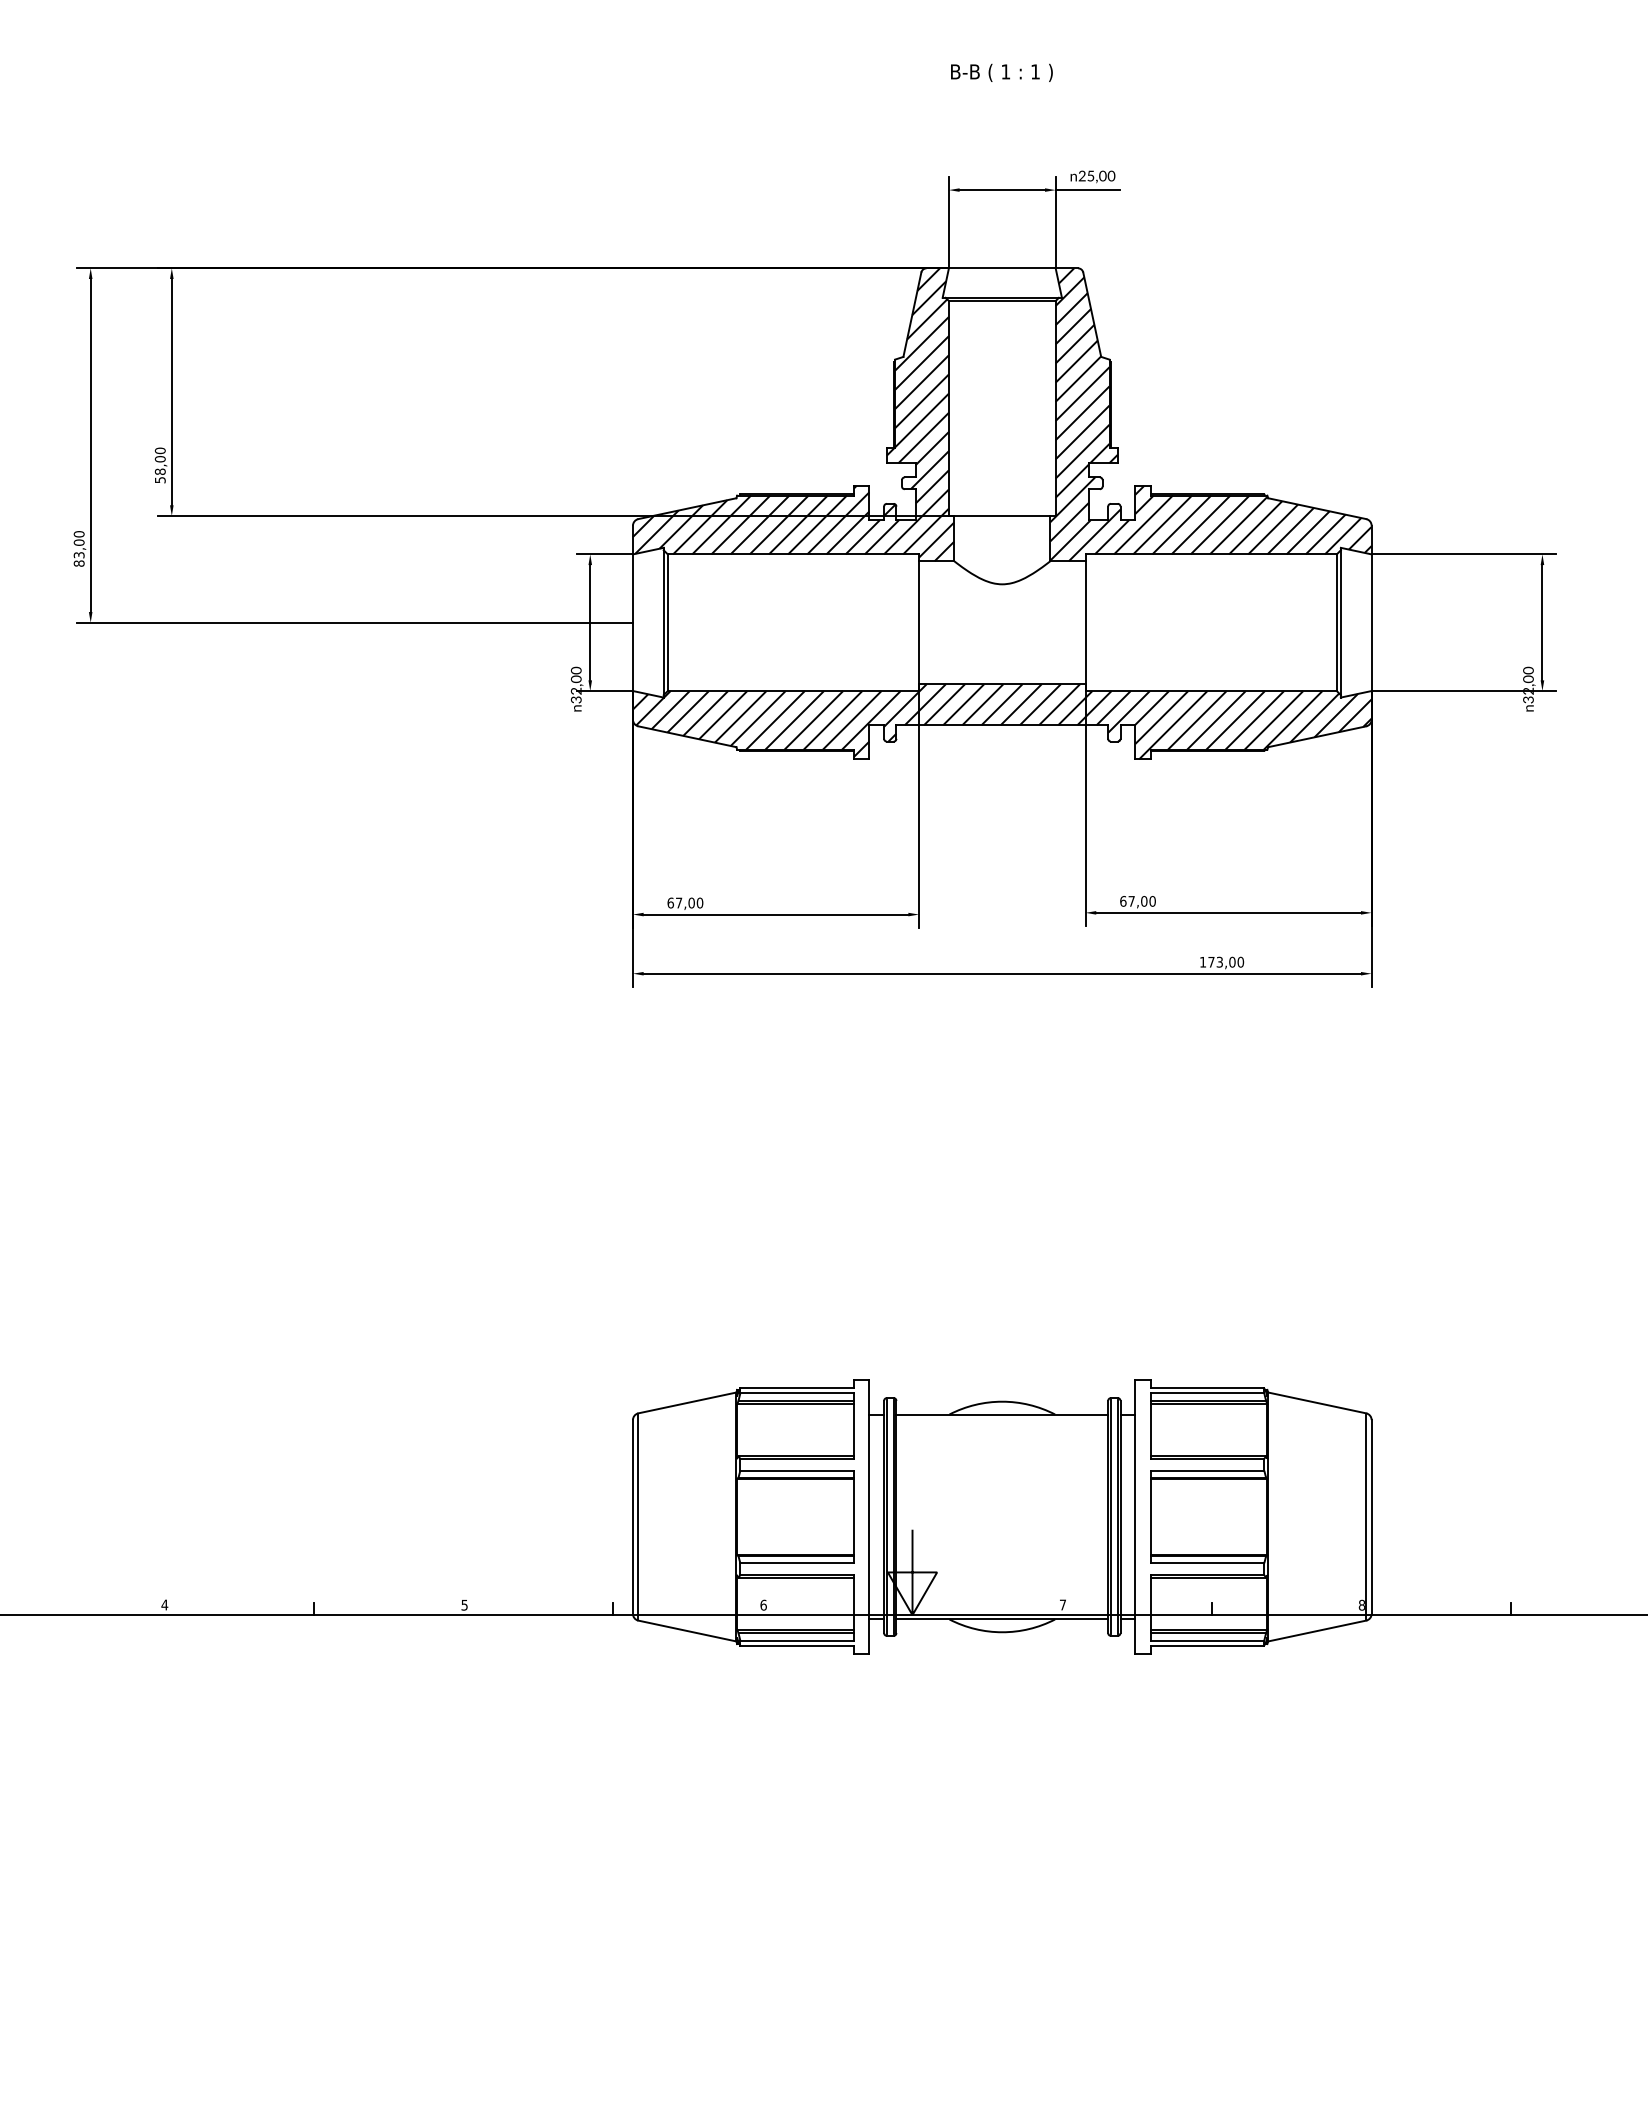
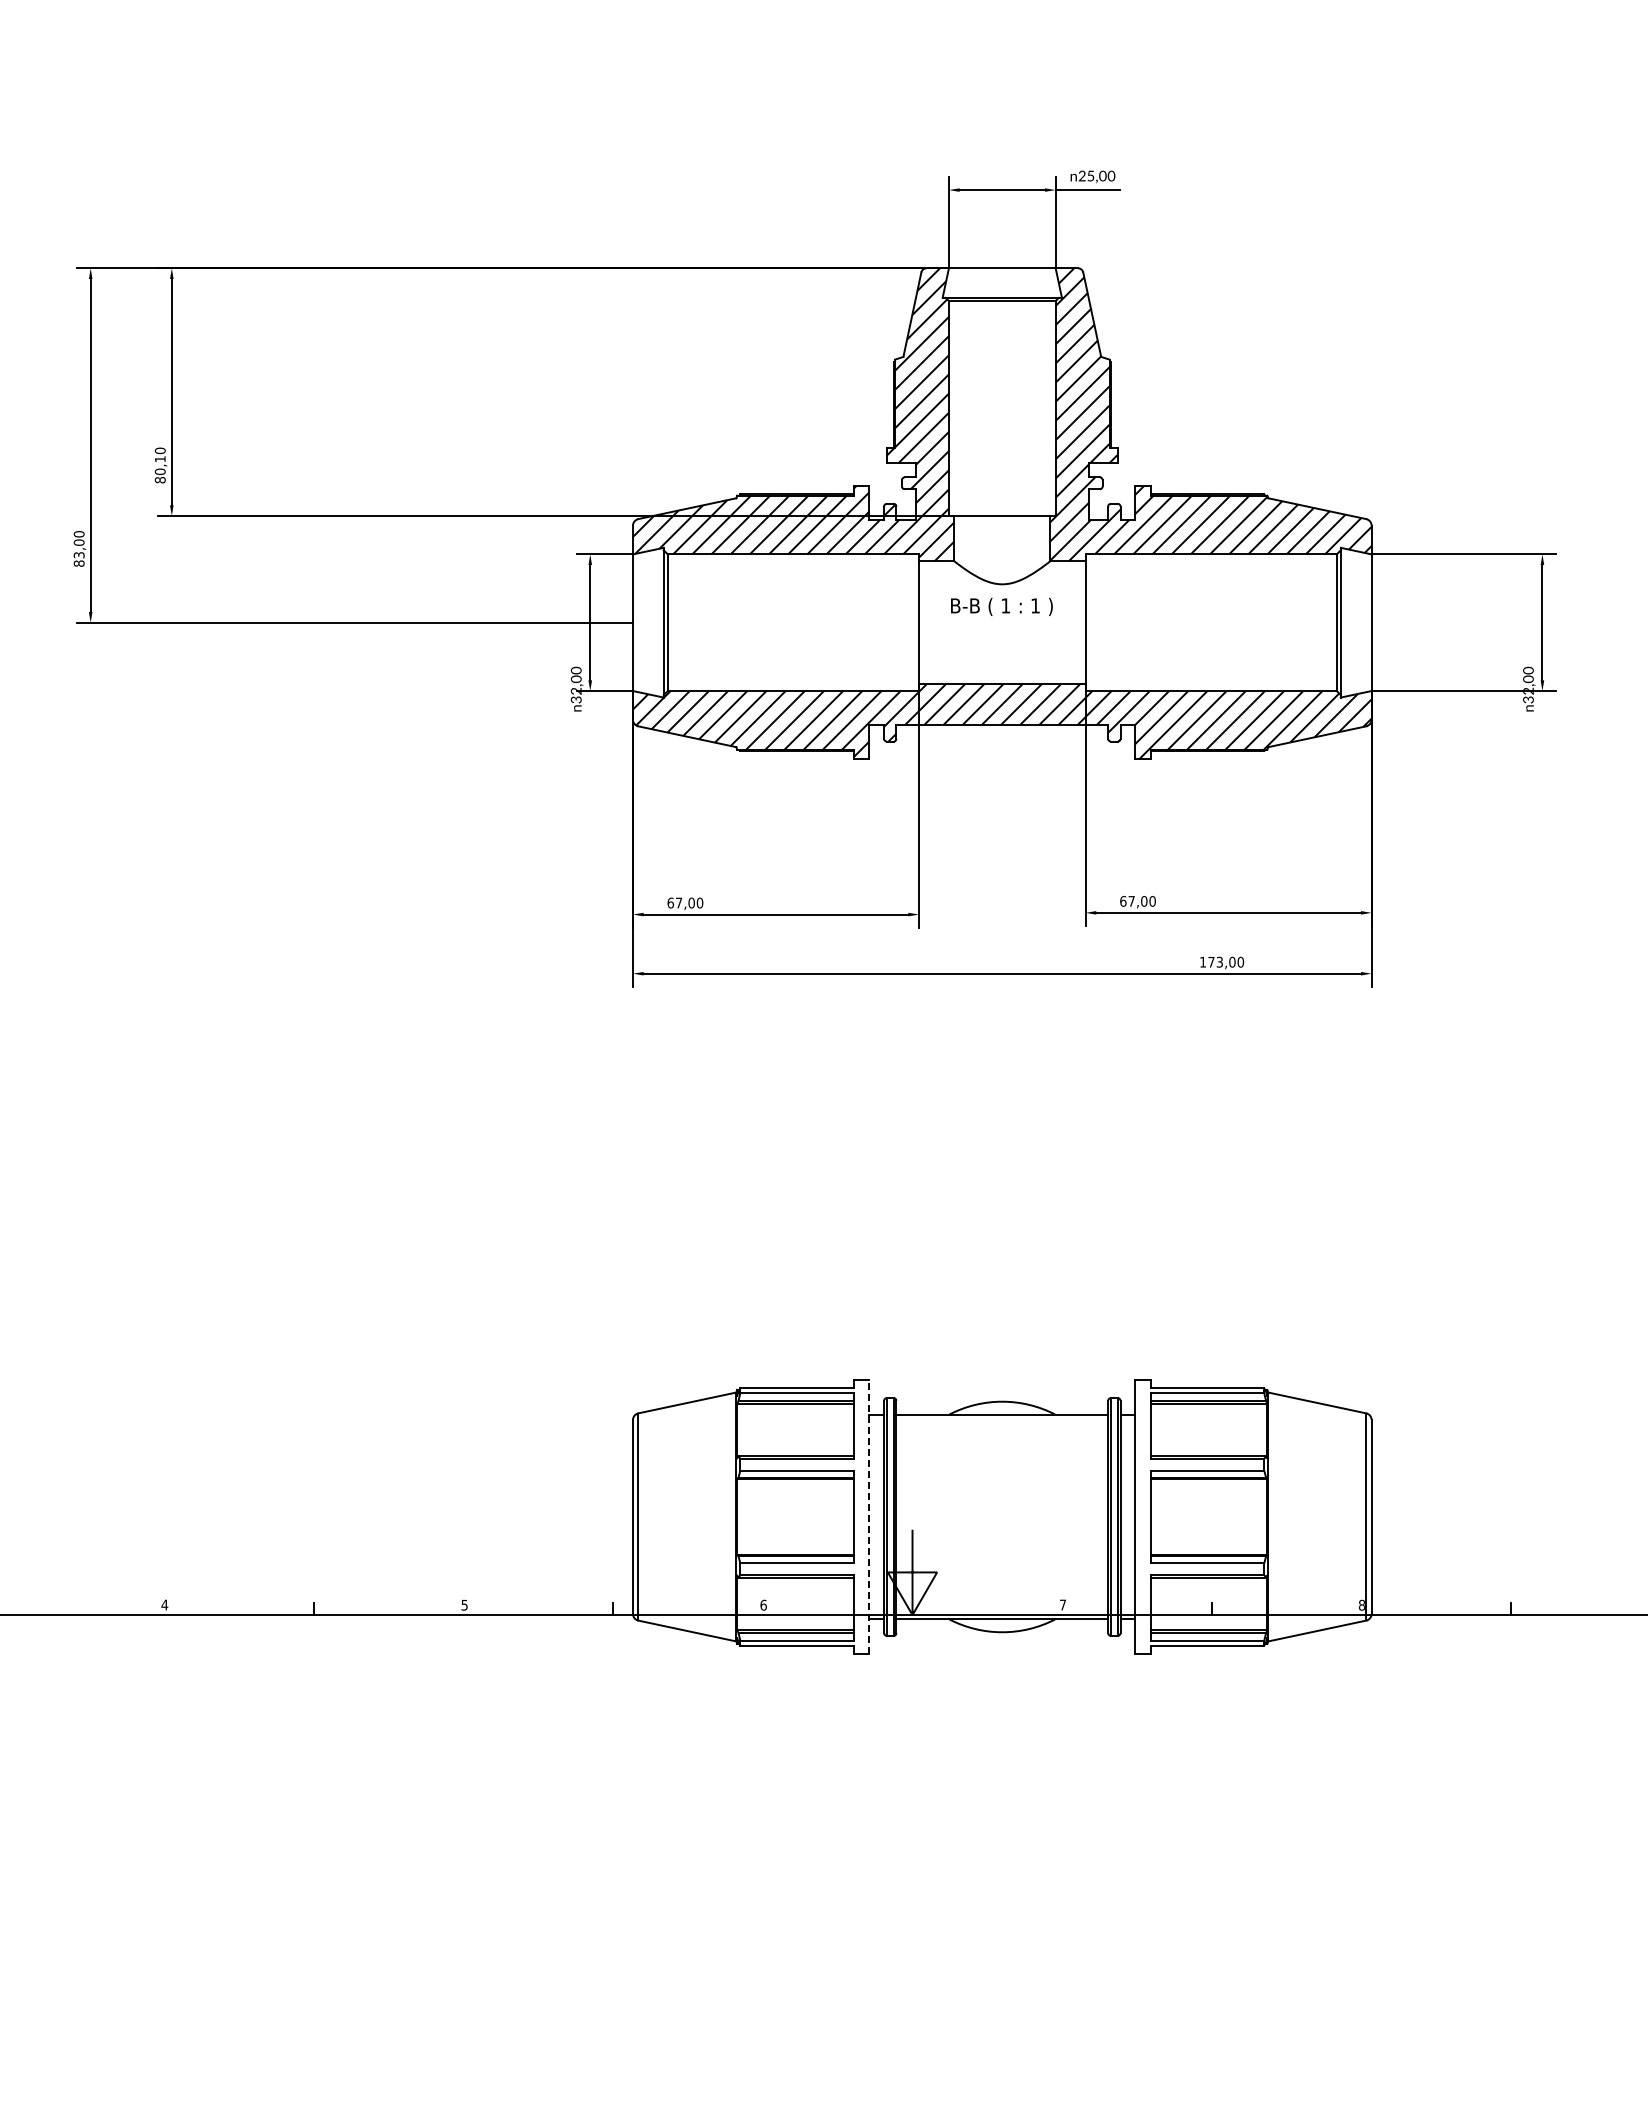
text at (1001, 72) position: (1001, 72) -> (1001, 606)
text at (159, 469): 58,00 -> 80,10
line at (869, 1516): solid -> dashed
